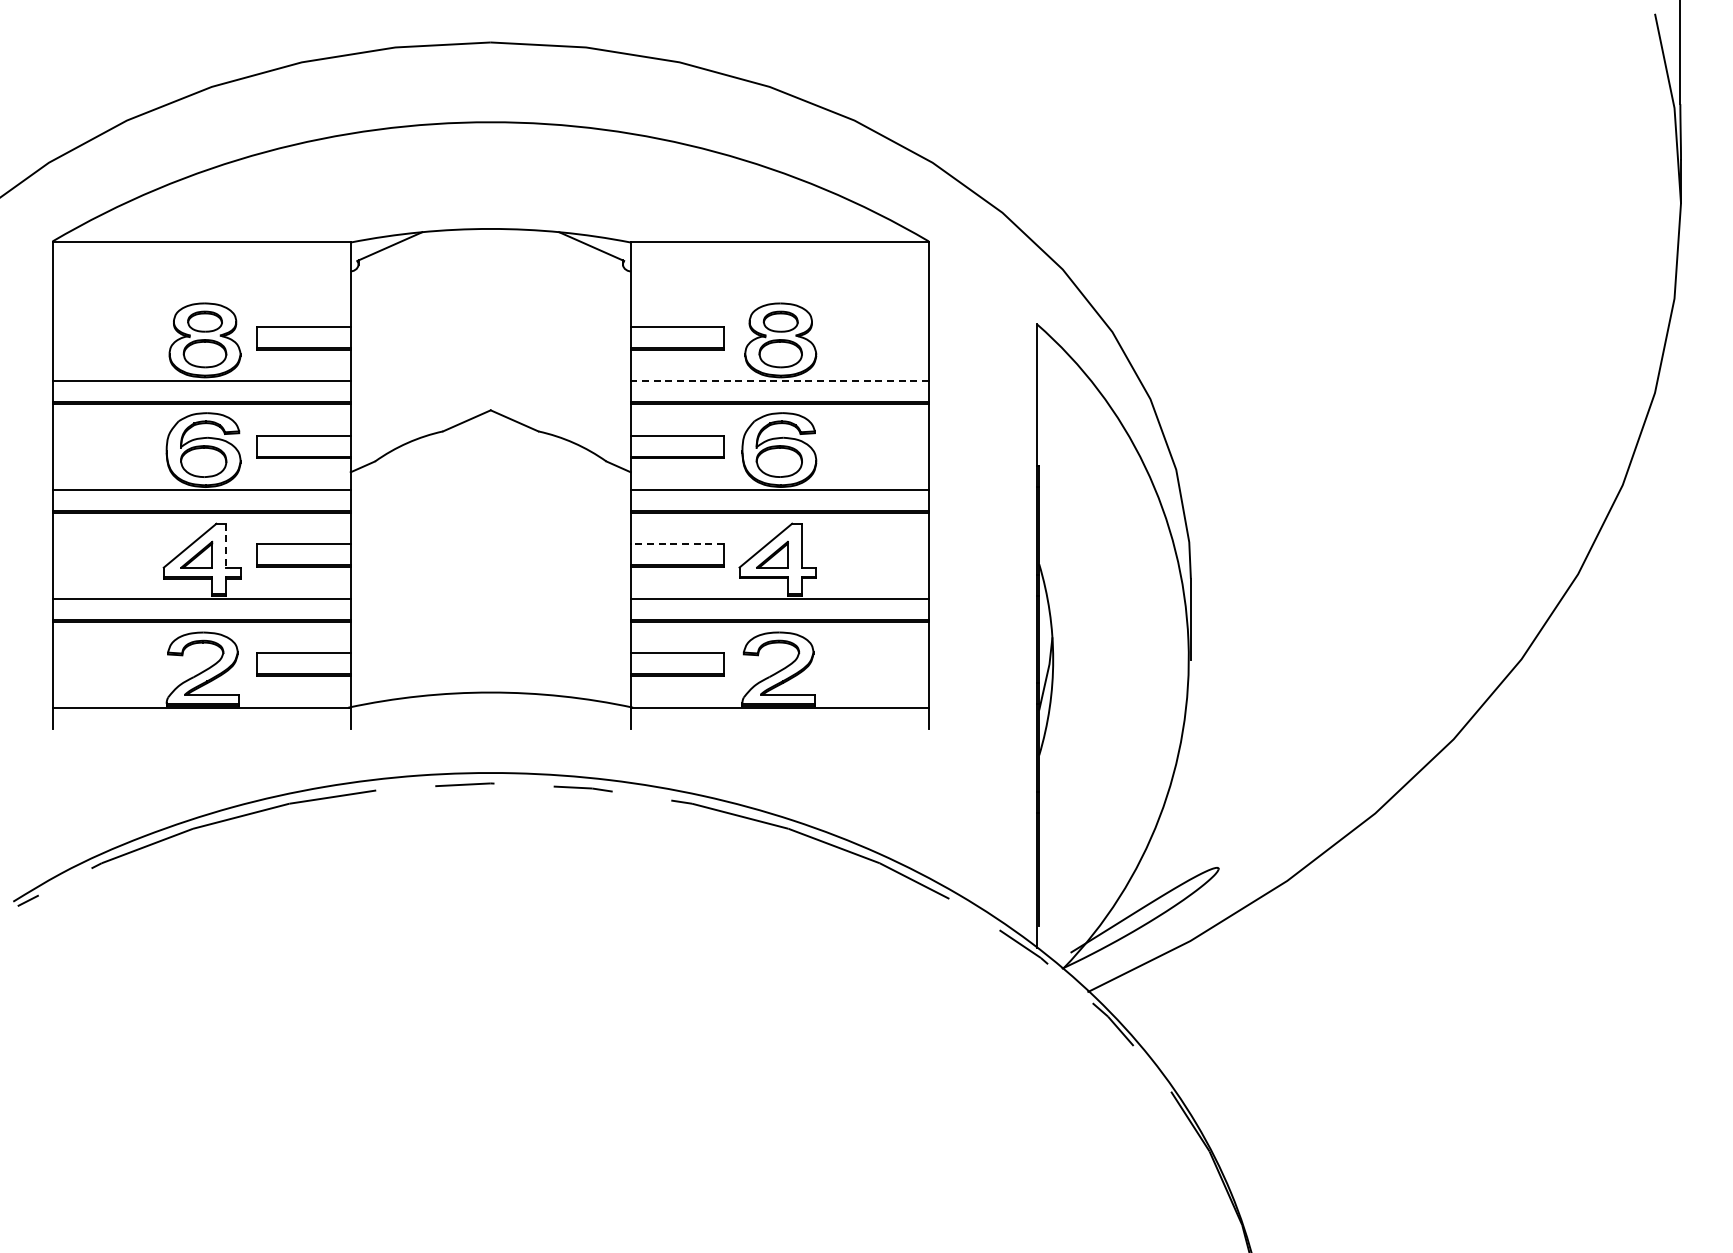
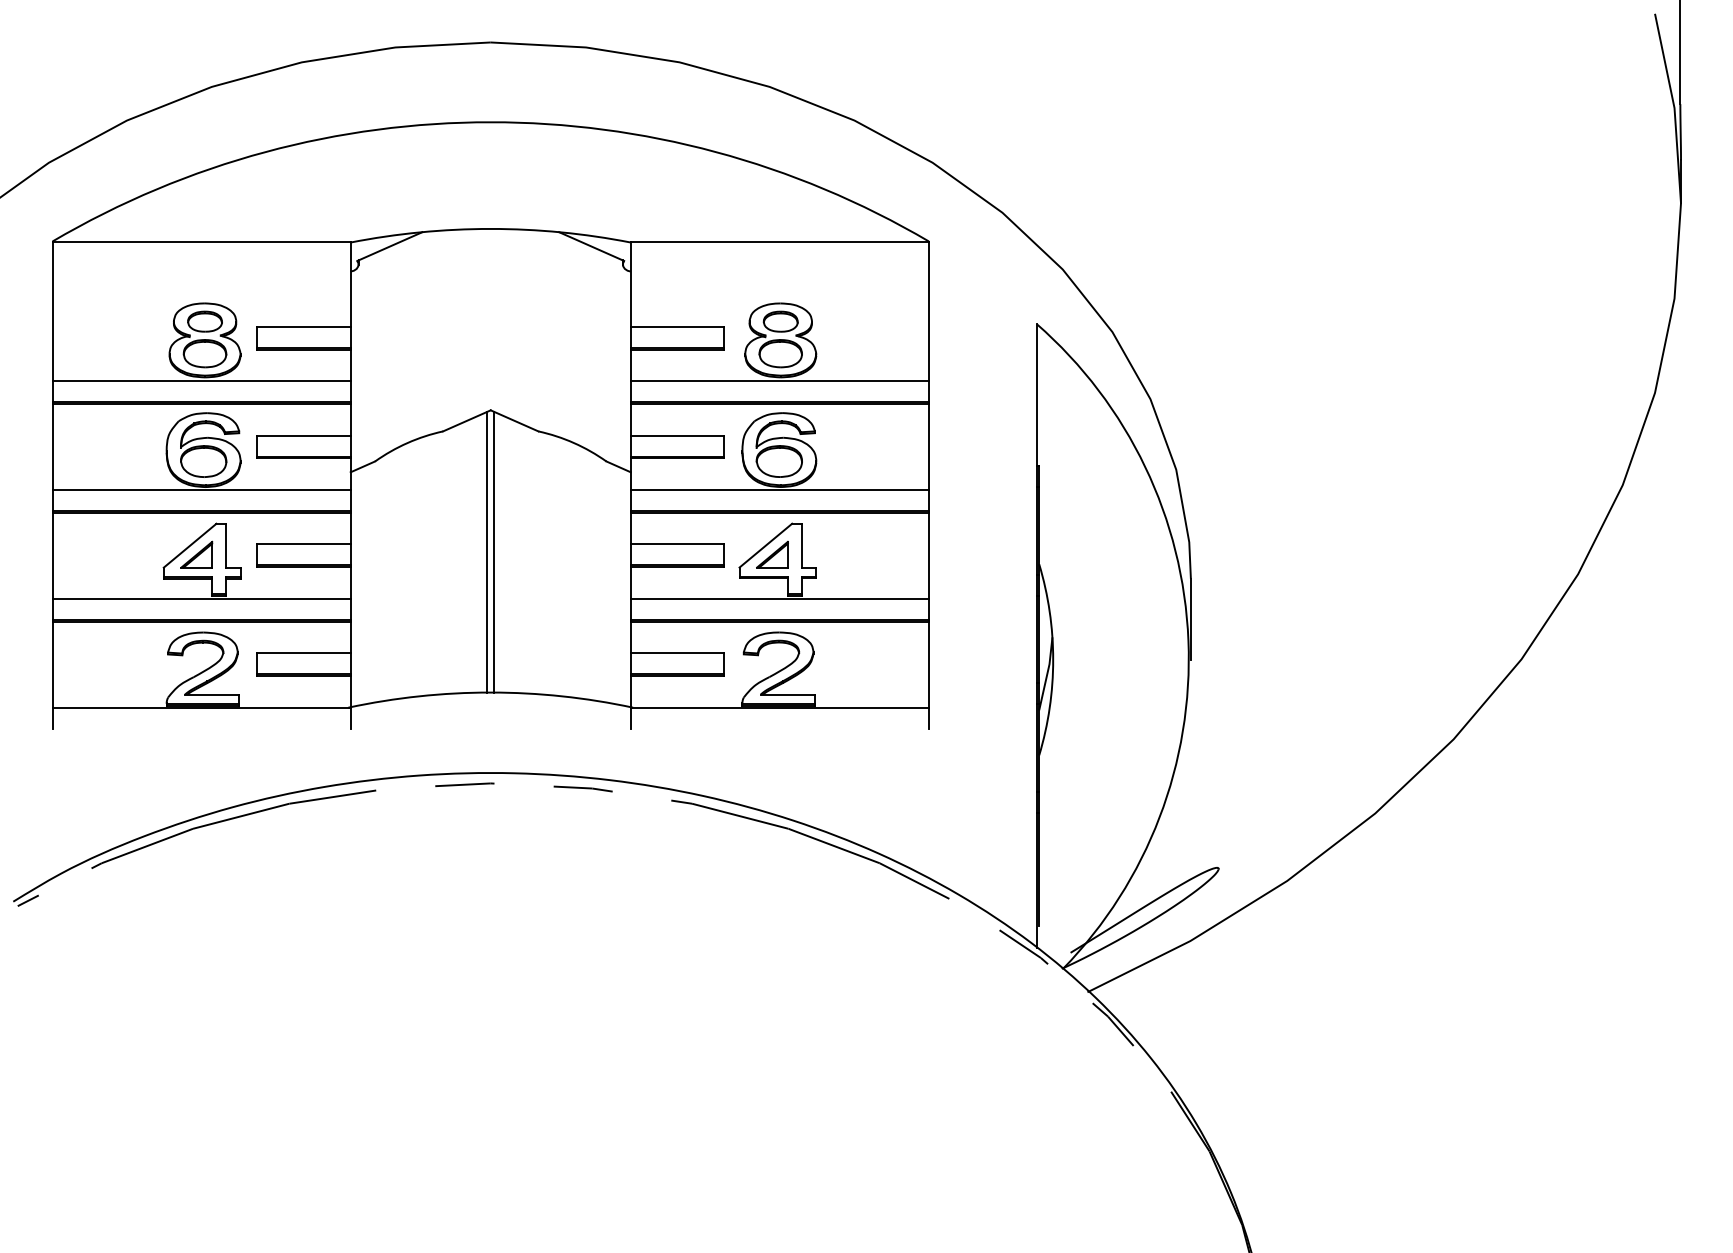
line at (779, 381): dashed -> solid
line at (677, 544): dashed -> solid
line at (226, 545): dashed -> solid
line at (487, 551): none -> present
line at (494, 551): none -> present
